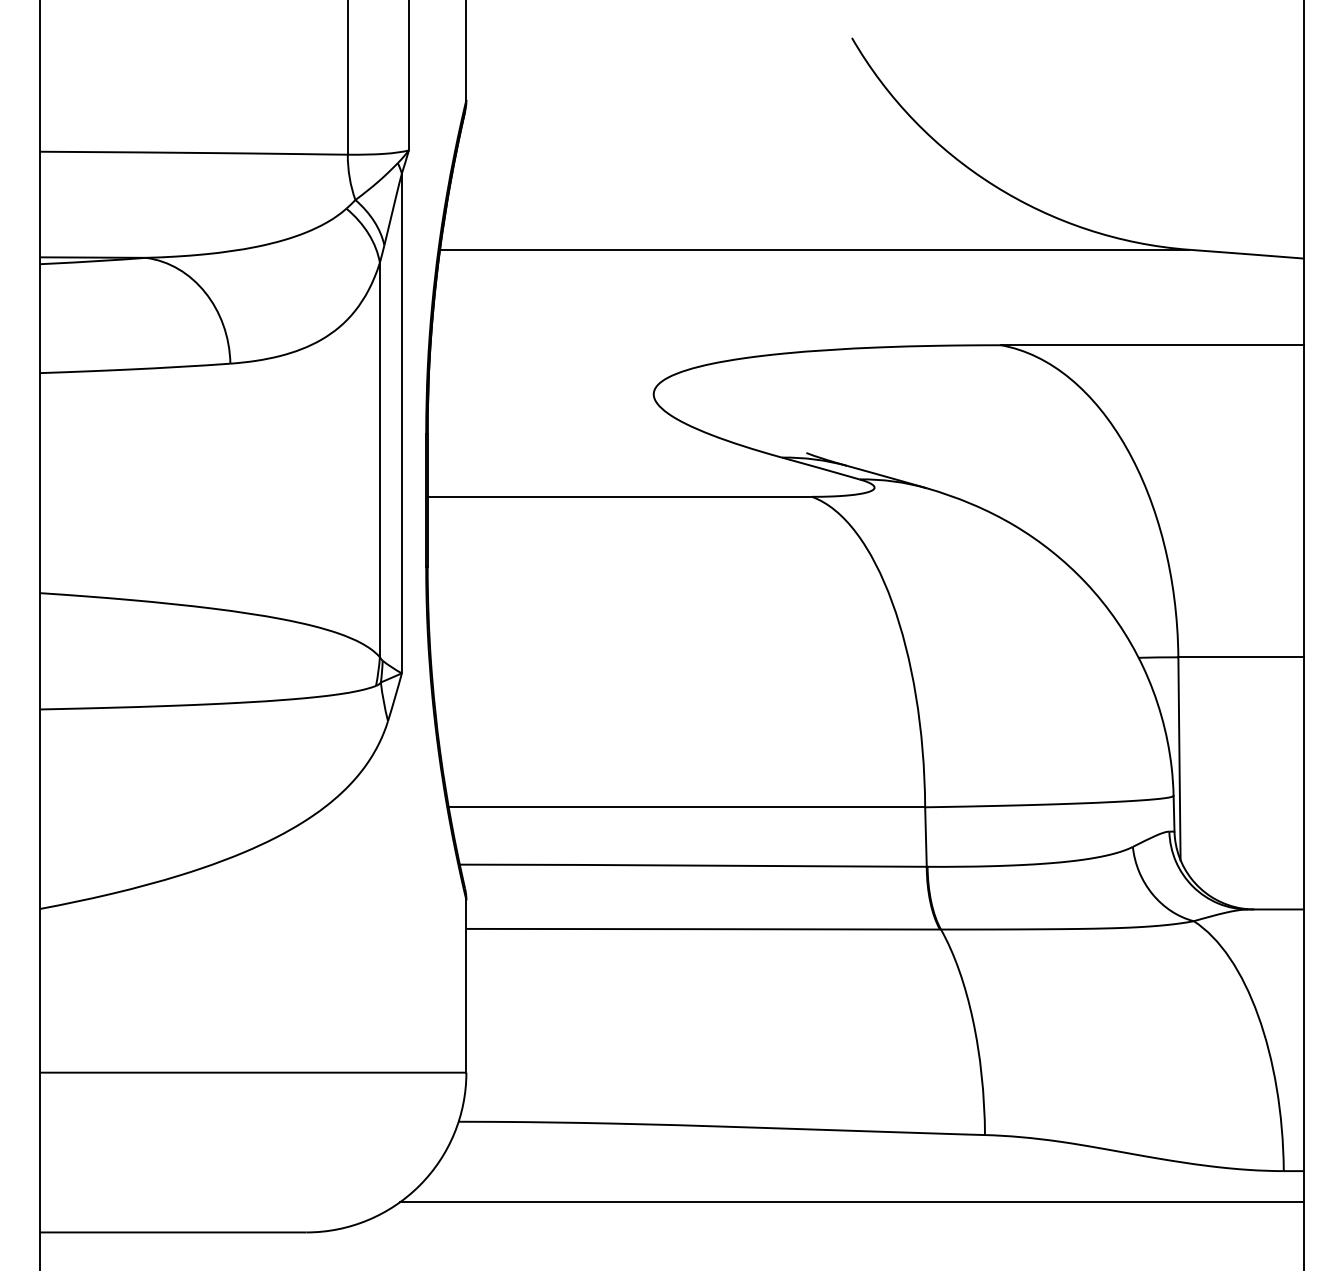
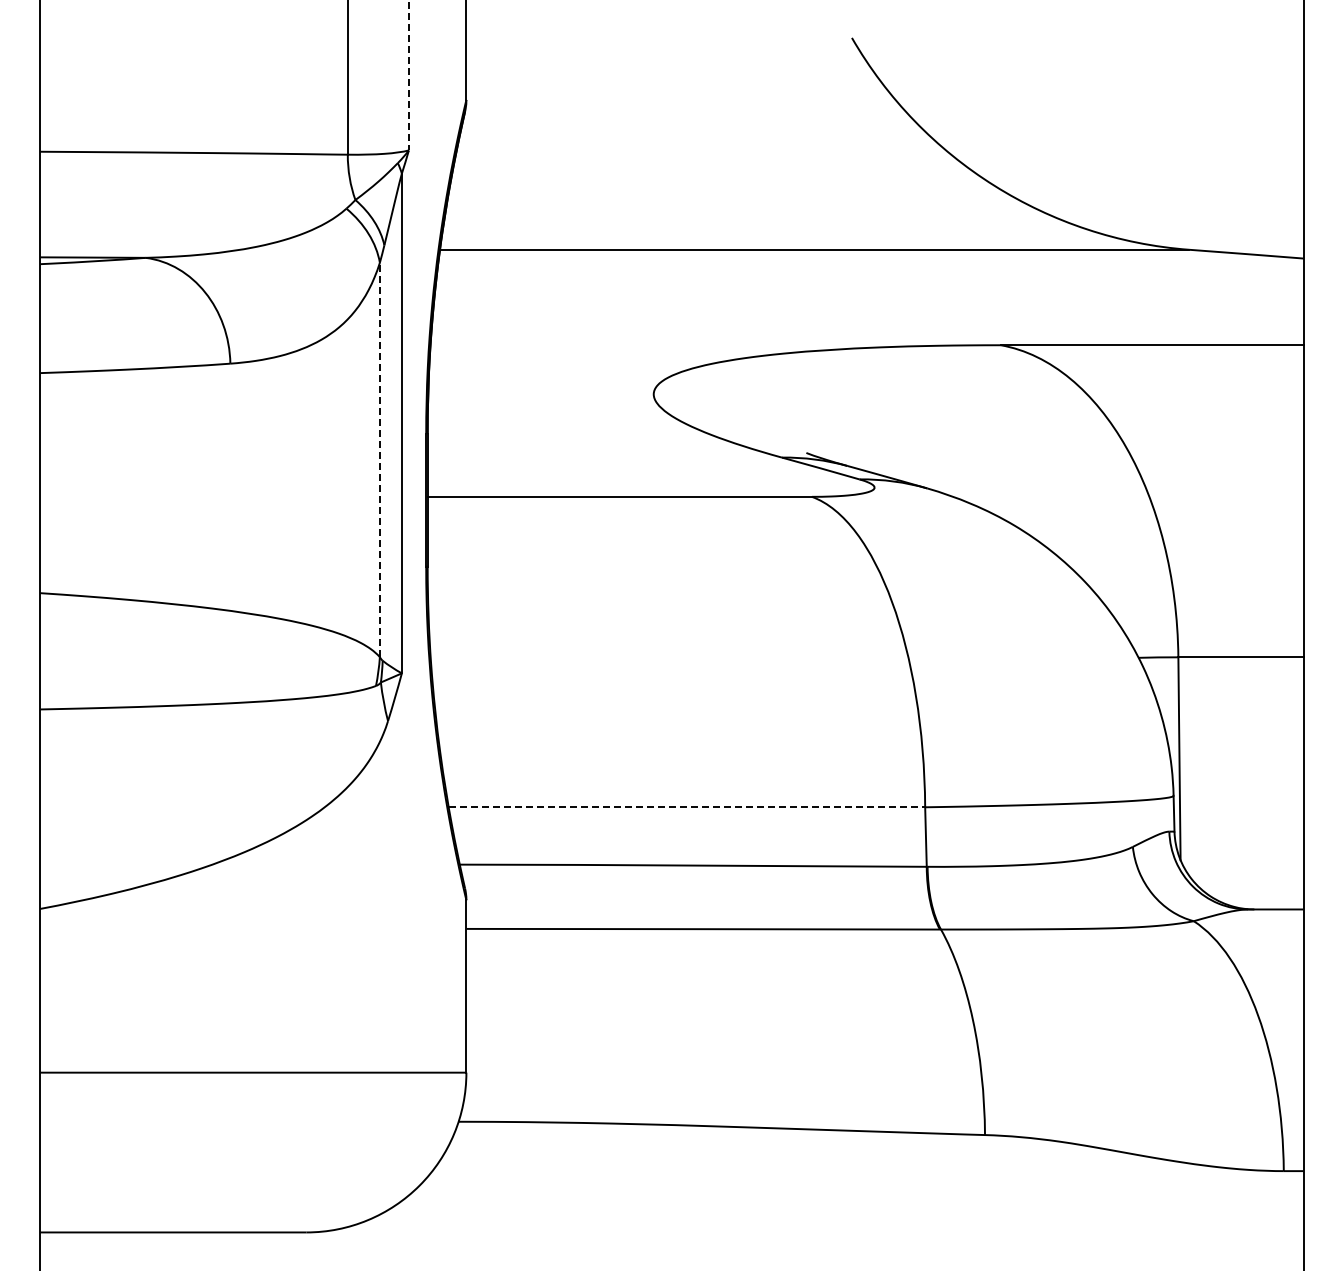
line at (408, 75): solid -> dashed
line at (379, 459): solid -> dashed
line at (687, 807): solid -> dashed
line at (851, 1202): present -> none
